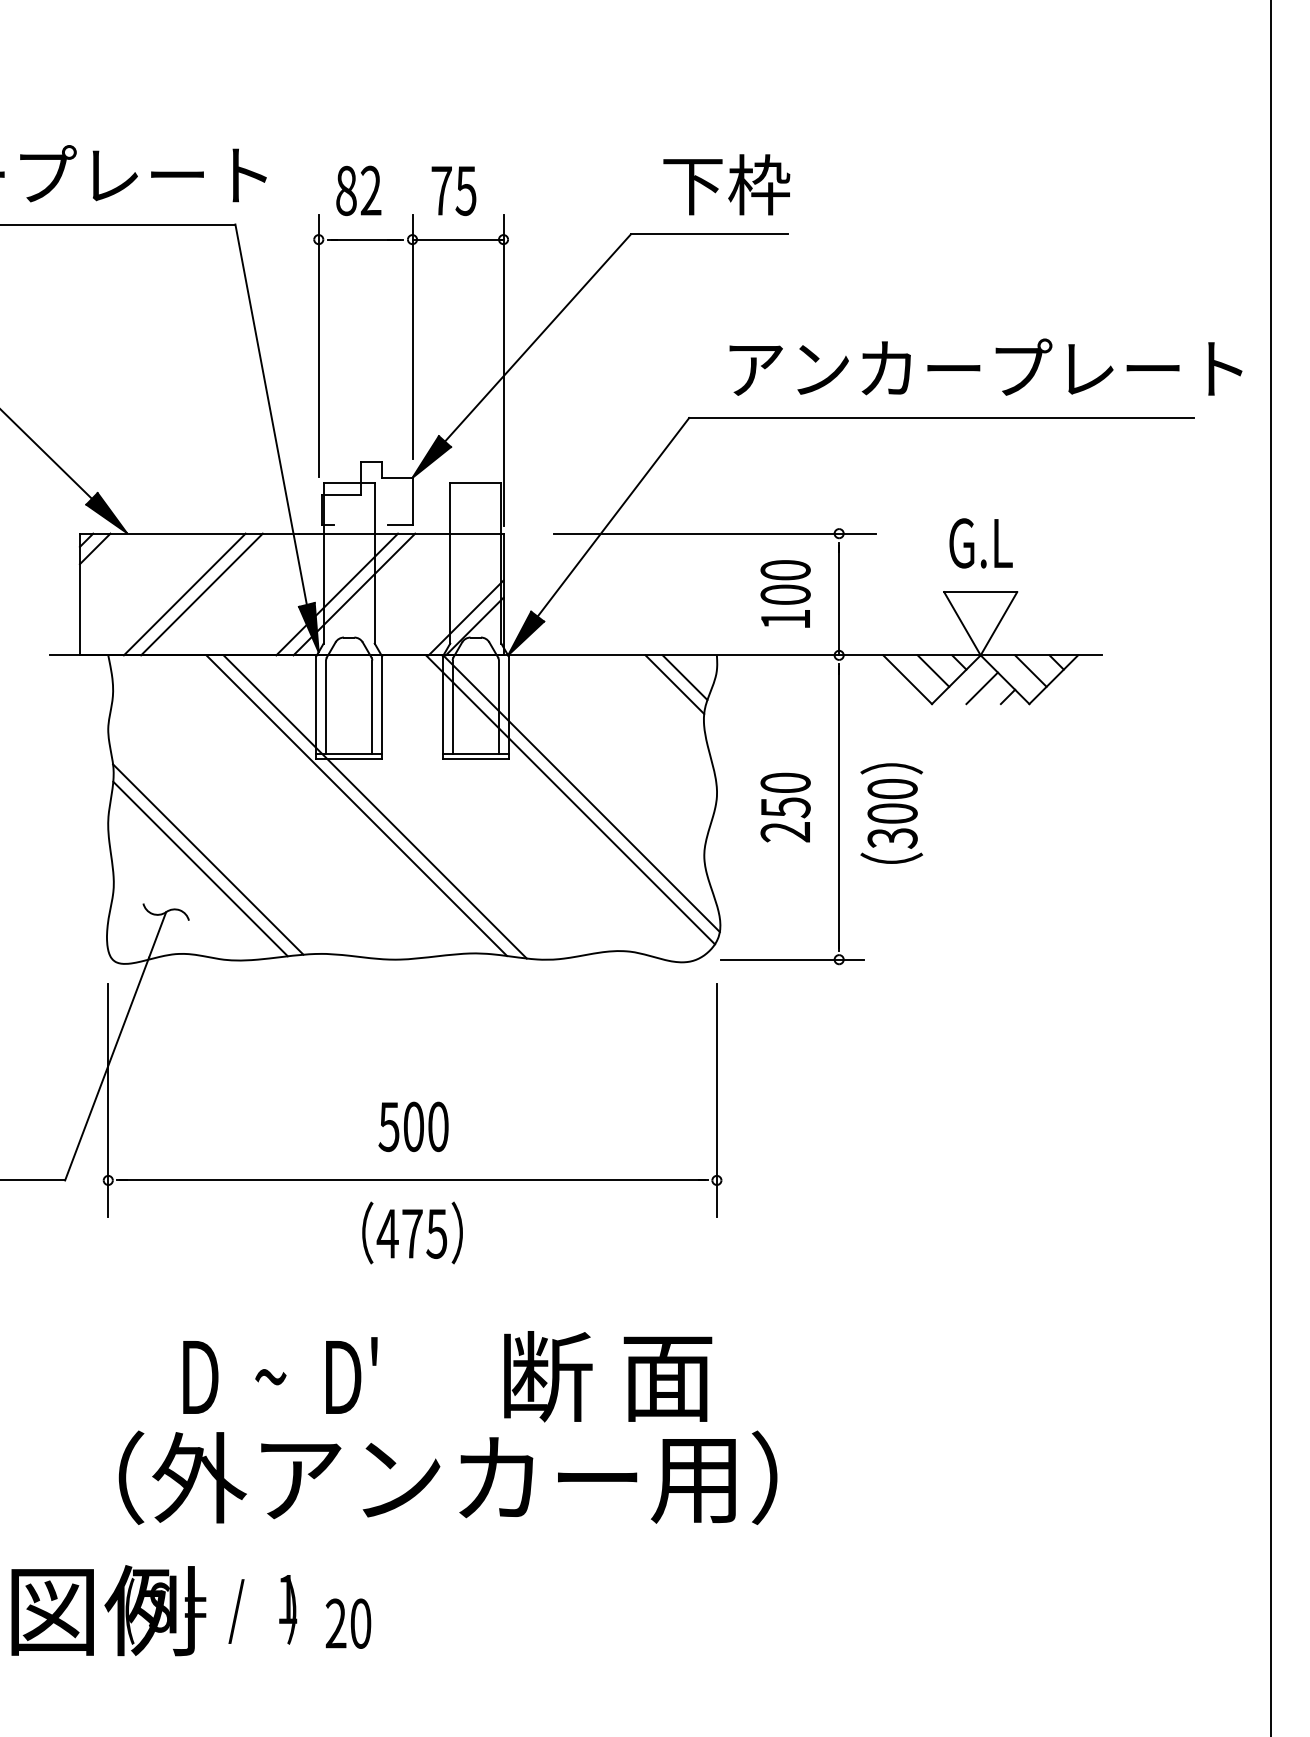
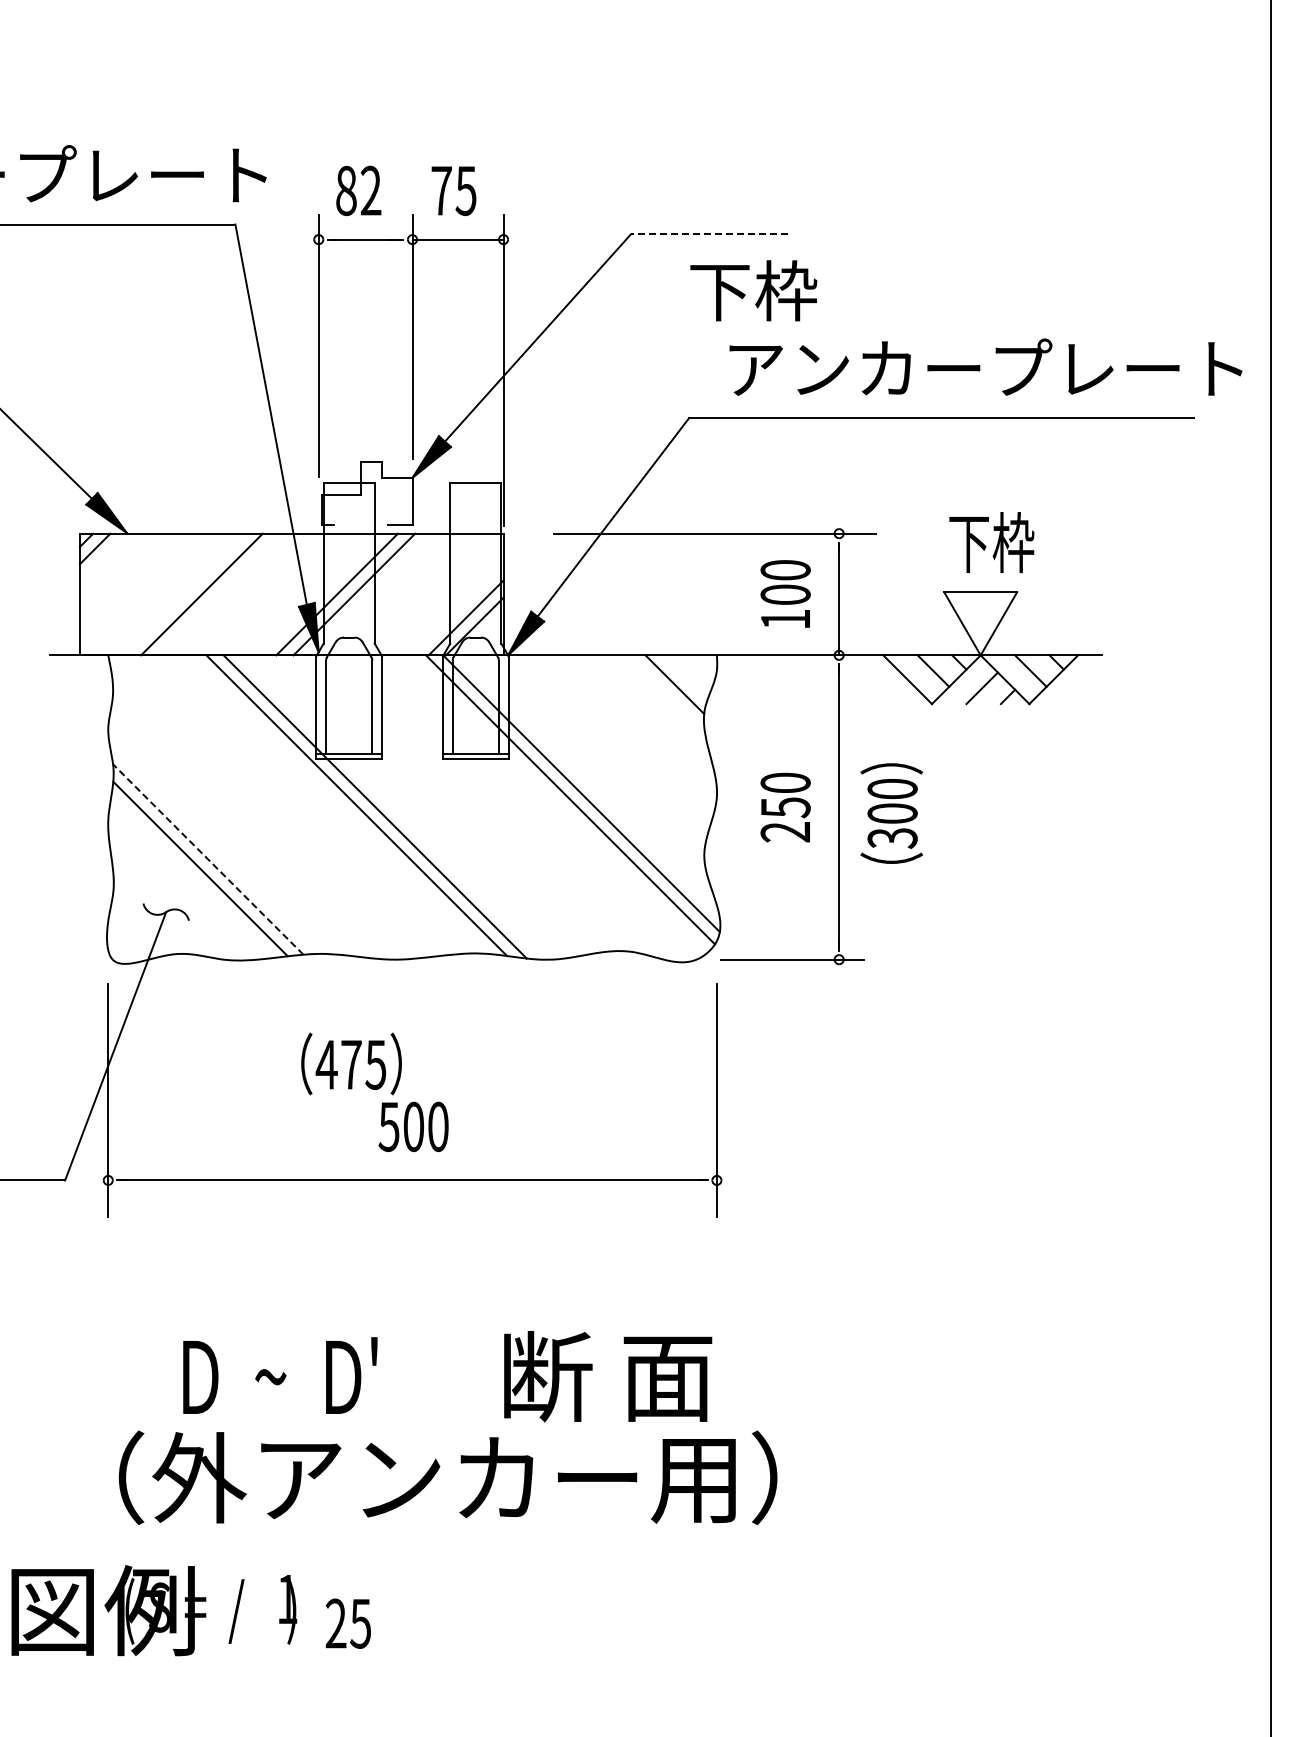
text at (726, 184) position: (726, 184) -> (753, 290)
line at (709, 234): solid -> dashed
text at (991, 542): G.L -> 下枠
line at (184, 594): present -> none
line at (684, 677): present -> none
line at (208, 859): solid -> dashed
text at (412, 1232) position: (412, 1232) -> (351, 1063)
text at (360, 1623): 20 -> 25
